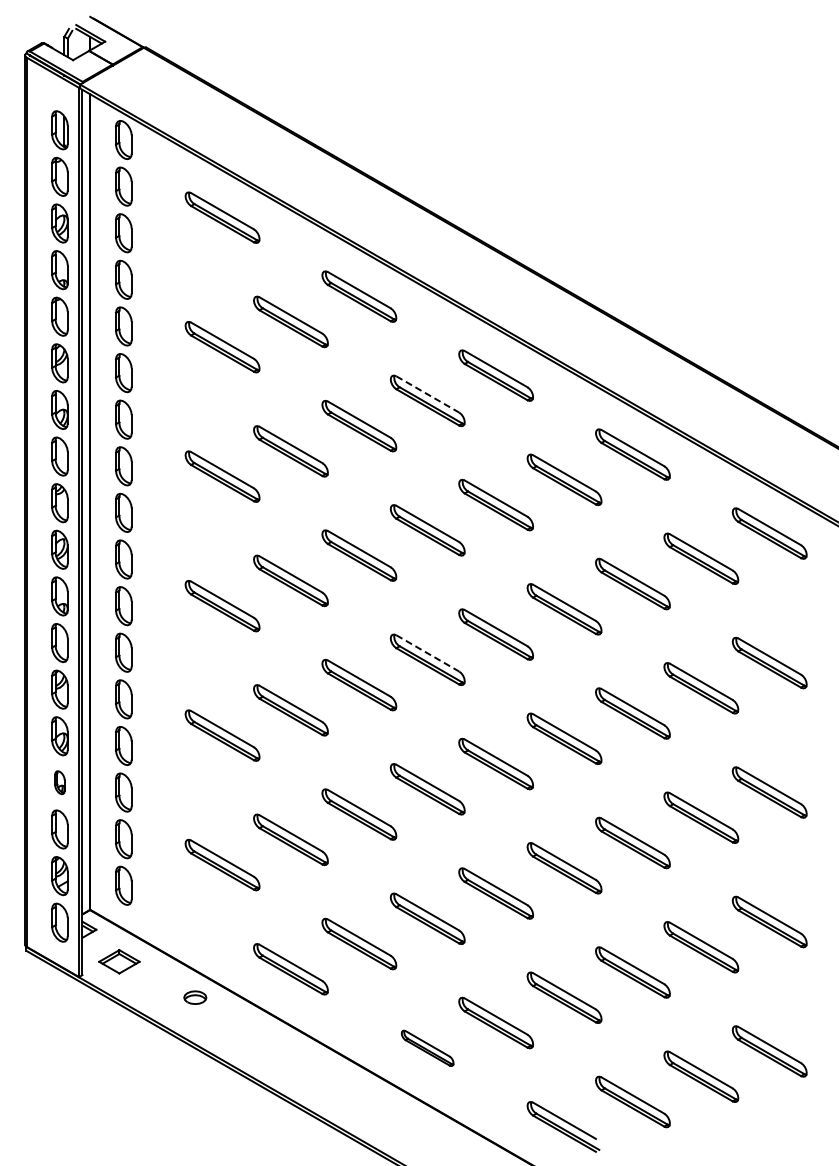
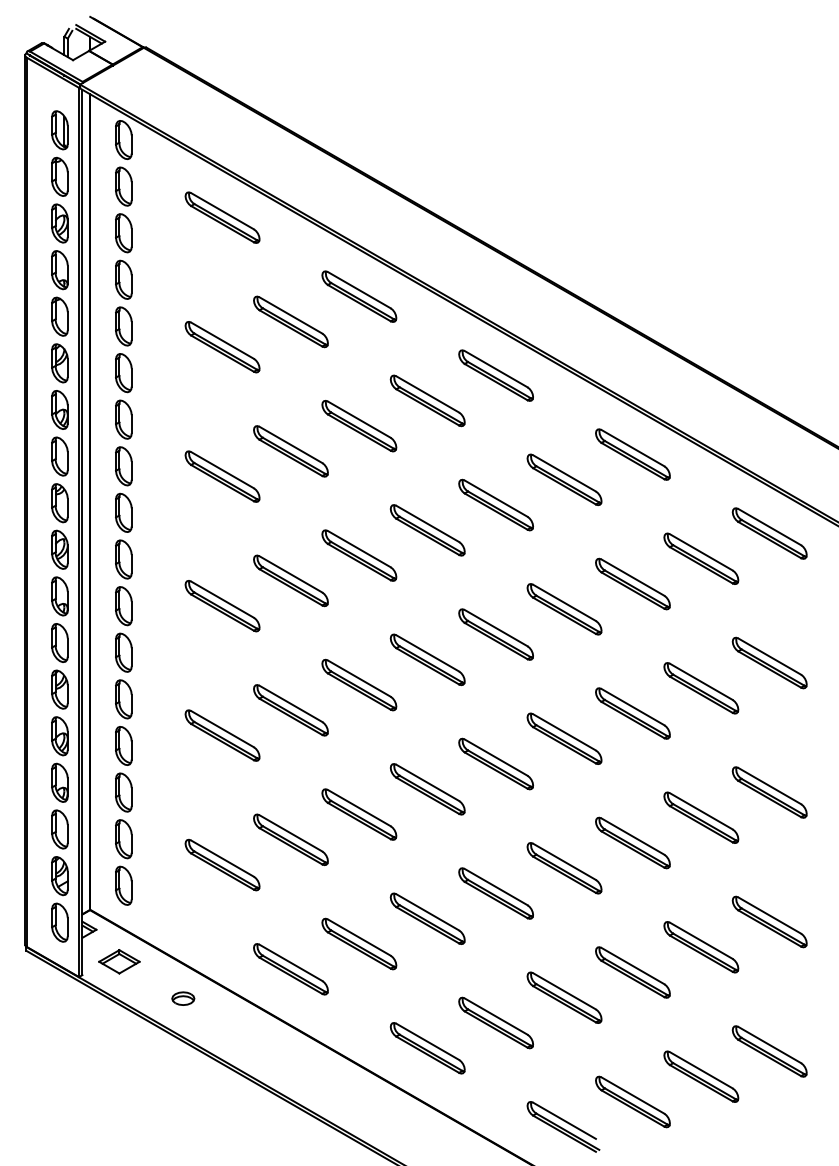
line at (428, 394): dashed -> solid
line at (428, 653): dashed -> solid
part at (59, 782) size: 12x26 px -> 18x41 px
part at (195, 997) position: (195, 997) -> (183, 998)
part at (427, 1047) size: 55x38 px -> 77x53 px
